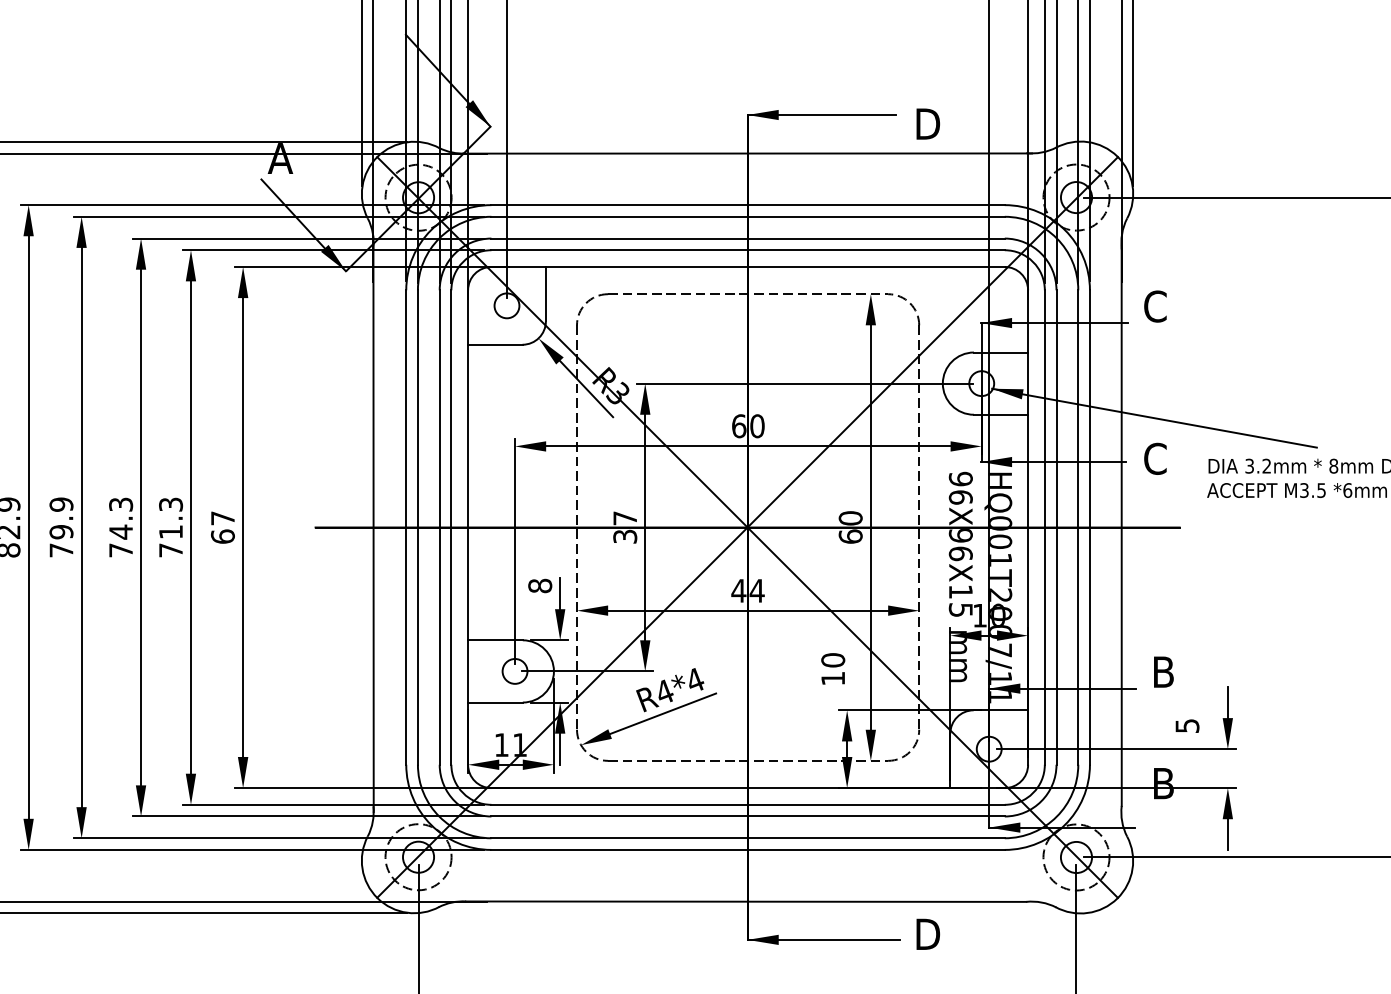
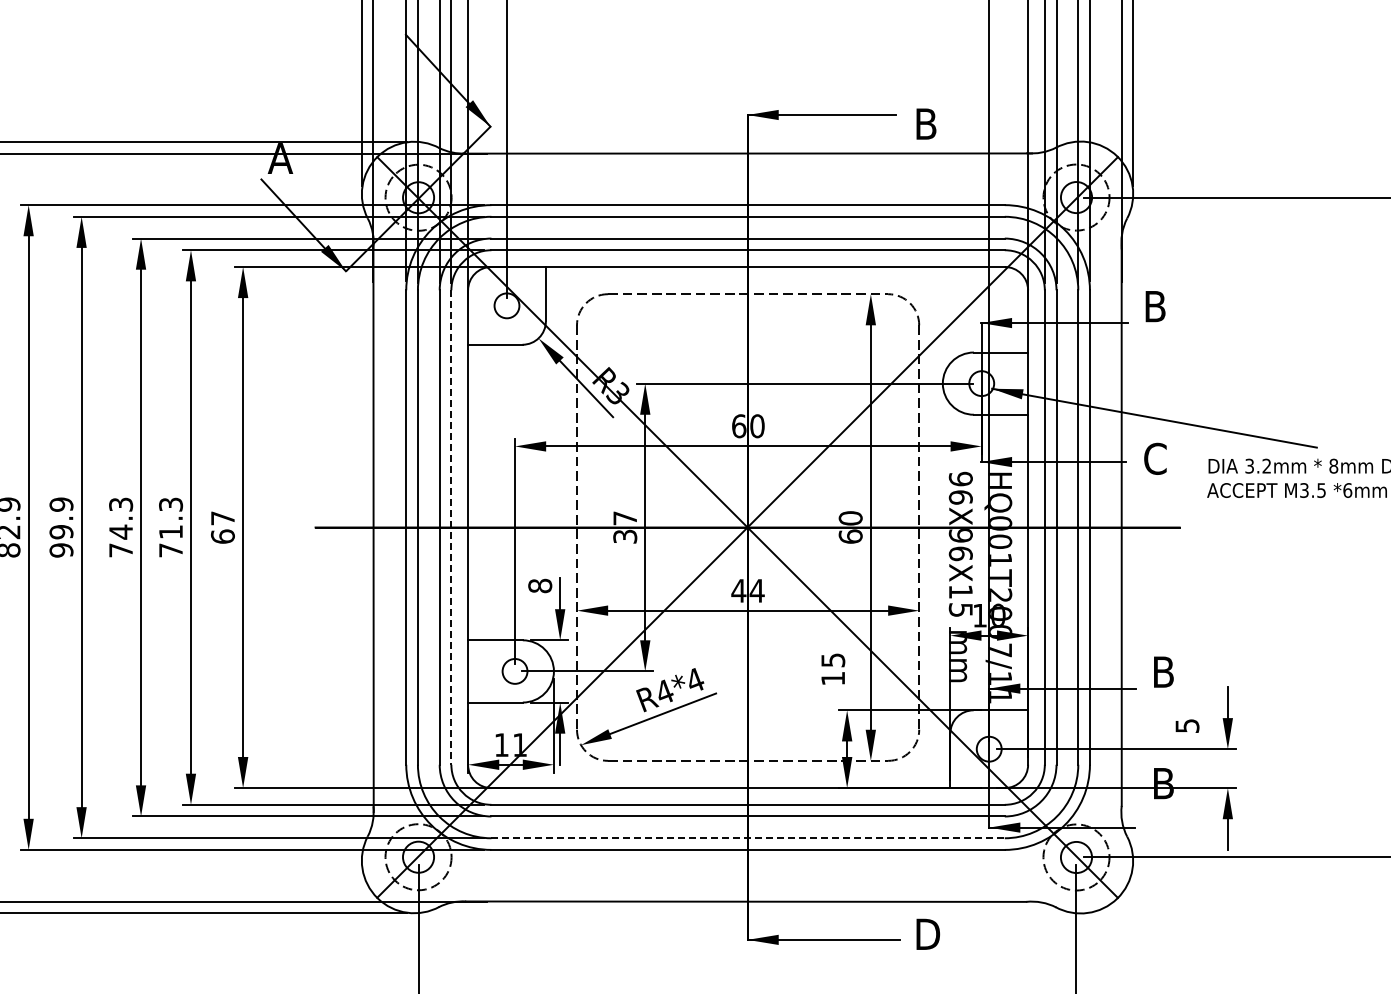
text at (930, 123): D -> B
text at (1155, 306): C -> B
line at (451, 528): solid -> dashed
text at (61, 550): 79.9 -> 99.9
text at (833, 660): 10 -> 15
line at (748, 838): solid -> dashed
